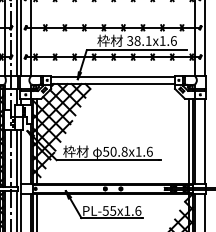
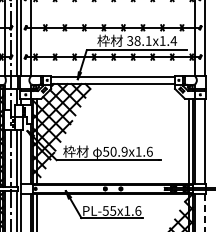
text at (173, 40): 38.1x1.6 -> 38.1x1.4
text at (124, 151): 50.8x1.6 -> 50.9x1.6
line at (205, 212): solid -> dashed
